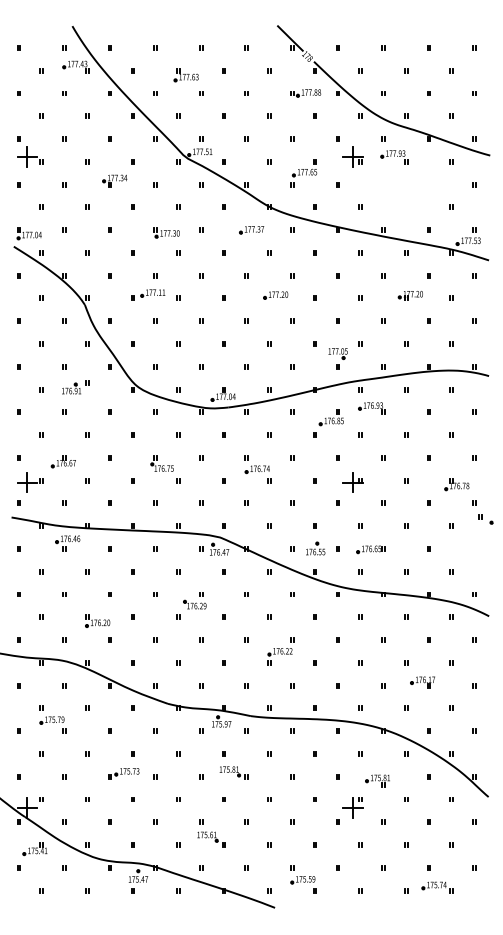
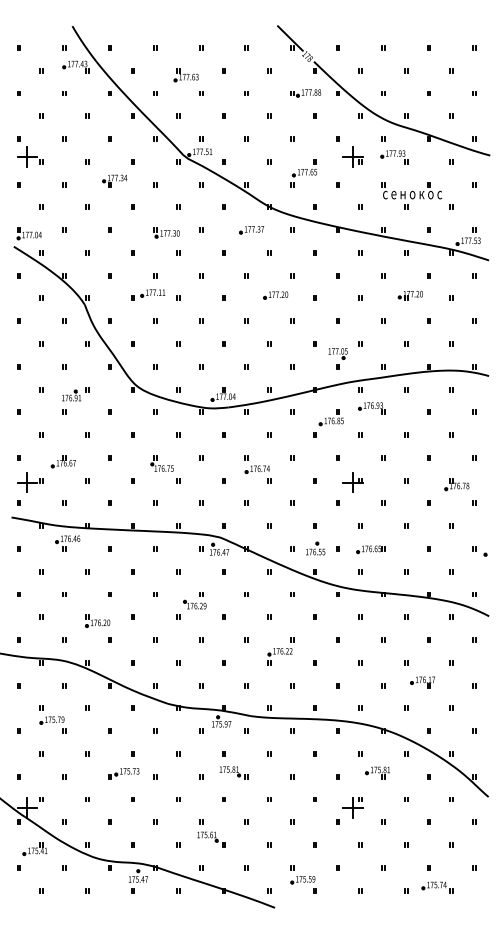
part at (411, 195): none -> present
part at (75, 387) position: (75, 387) -> (75, 394)
part at (485, 519) position: (485, 519) -> (479, 551)
part at (377, 780) position: (377, 780) -> (377, 772)
